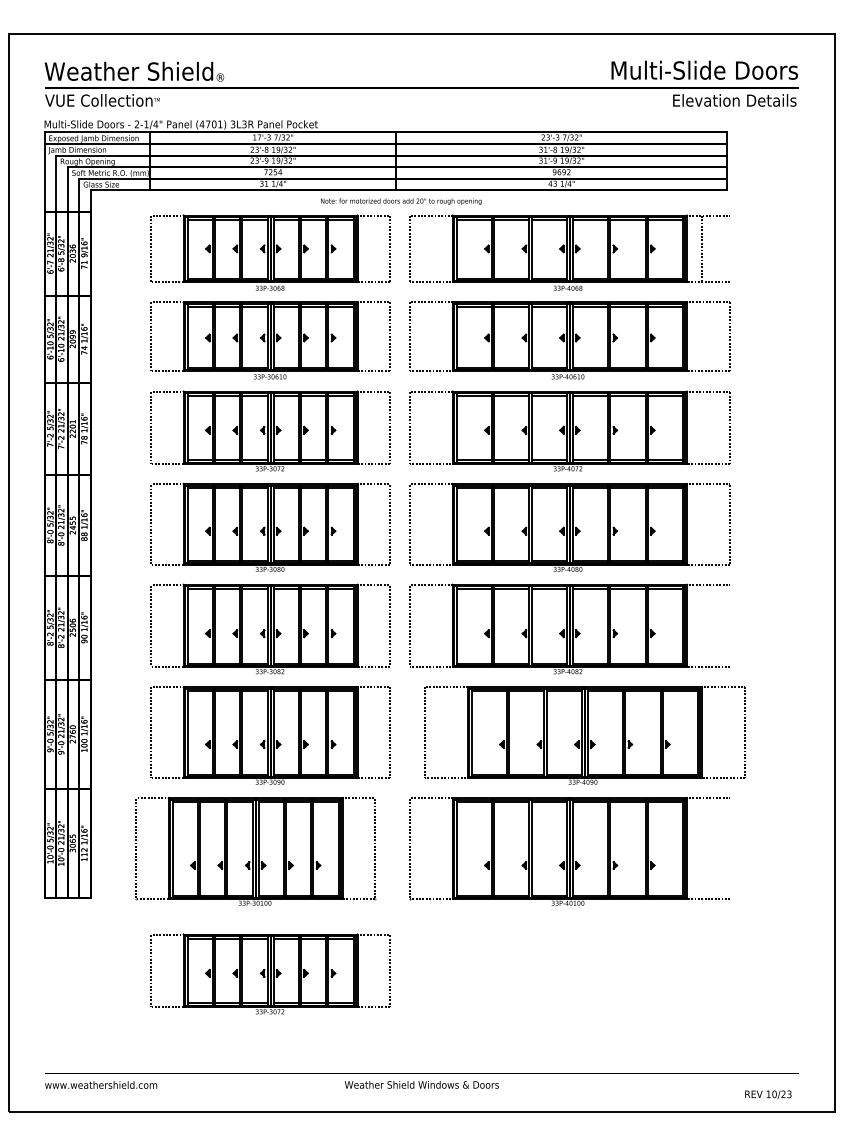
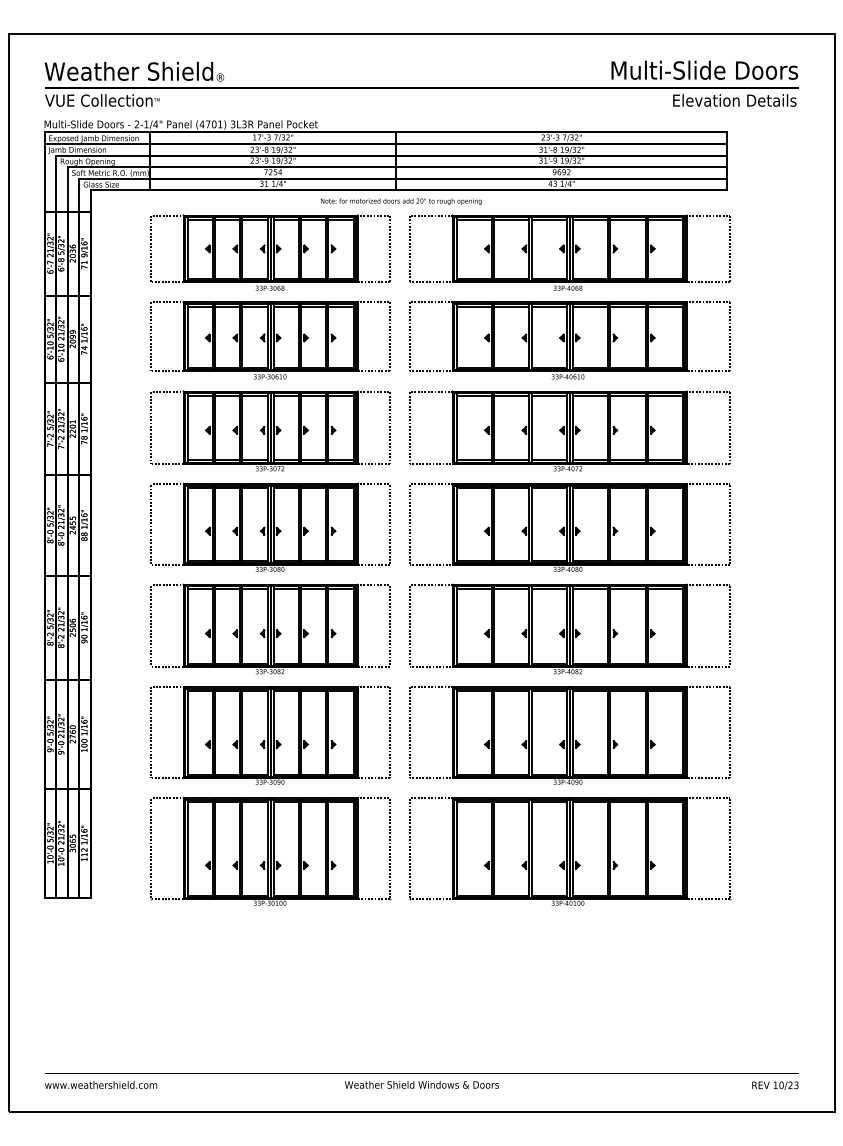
line at (701, 248) position: (701, 248) -> (729, 248)
line at (729, 625): none -> present
part at (584, 735) position: (584, 735) -> (569, 735)
line at (729, 848): none -> present
part at (255, 851) position: (255, 851) -> (270, 851)
part at (270, 973): present -> none
text at (768, 1094) position: (768, 1094) -> (775, 1085)
